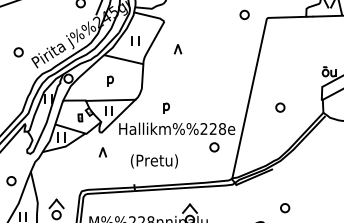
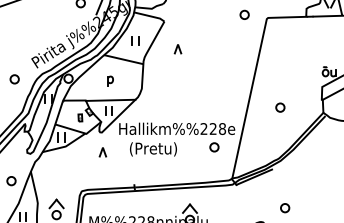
part at (18, 52) position: (18, 52) -> (14, 79)
part at (166, 107): present -> none
text at (154, 161) position: (154, 161) -> (153, 149)
